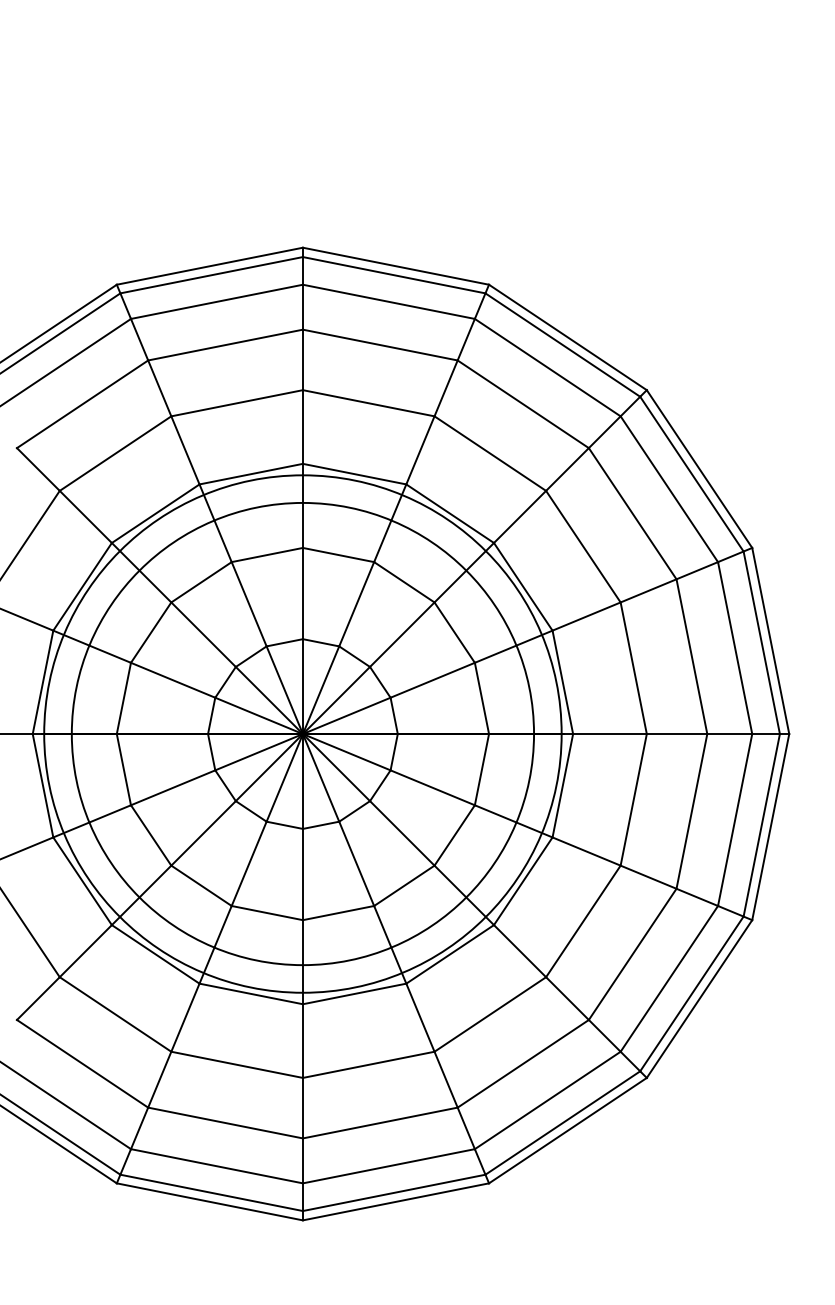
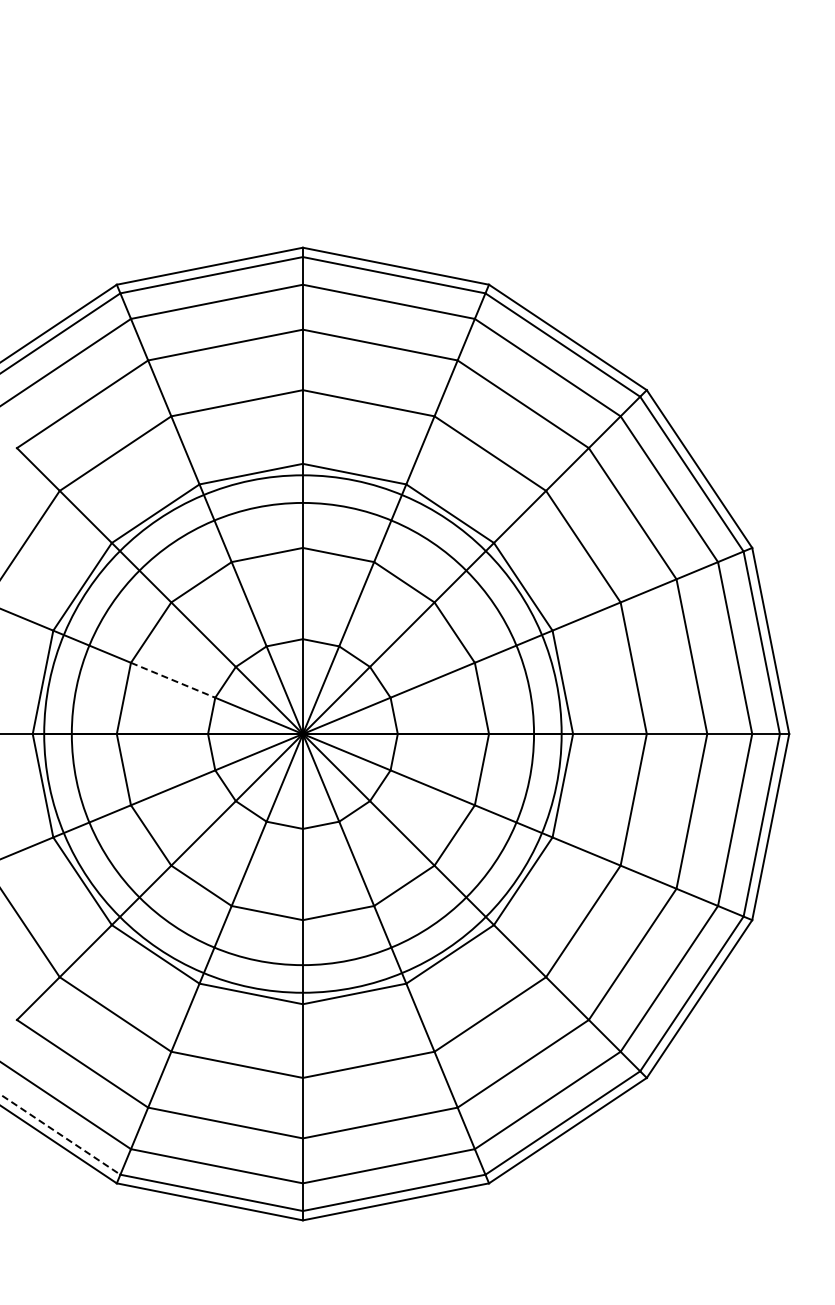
line at (173, 680): solid -> dashed
line at (60, 1134): solid -> dashed
